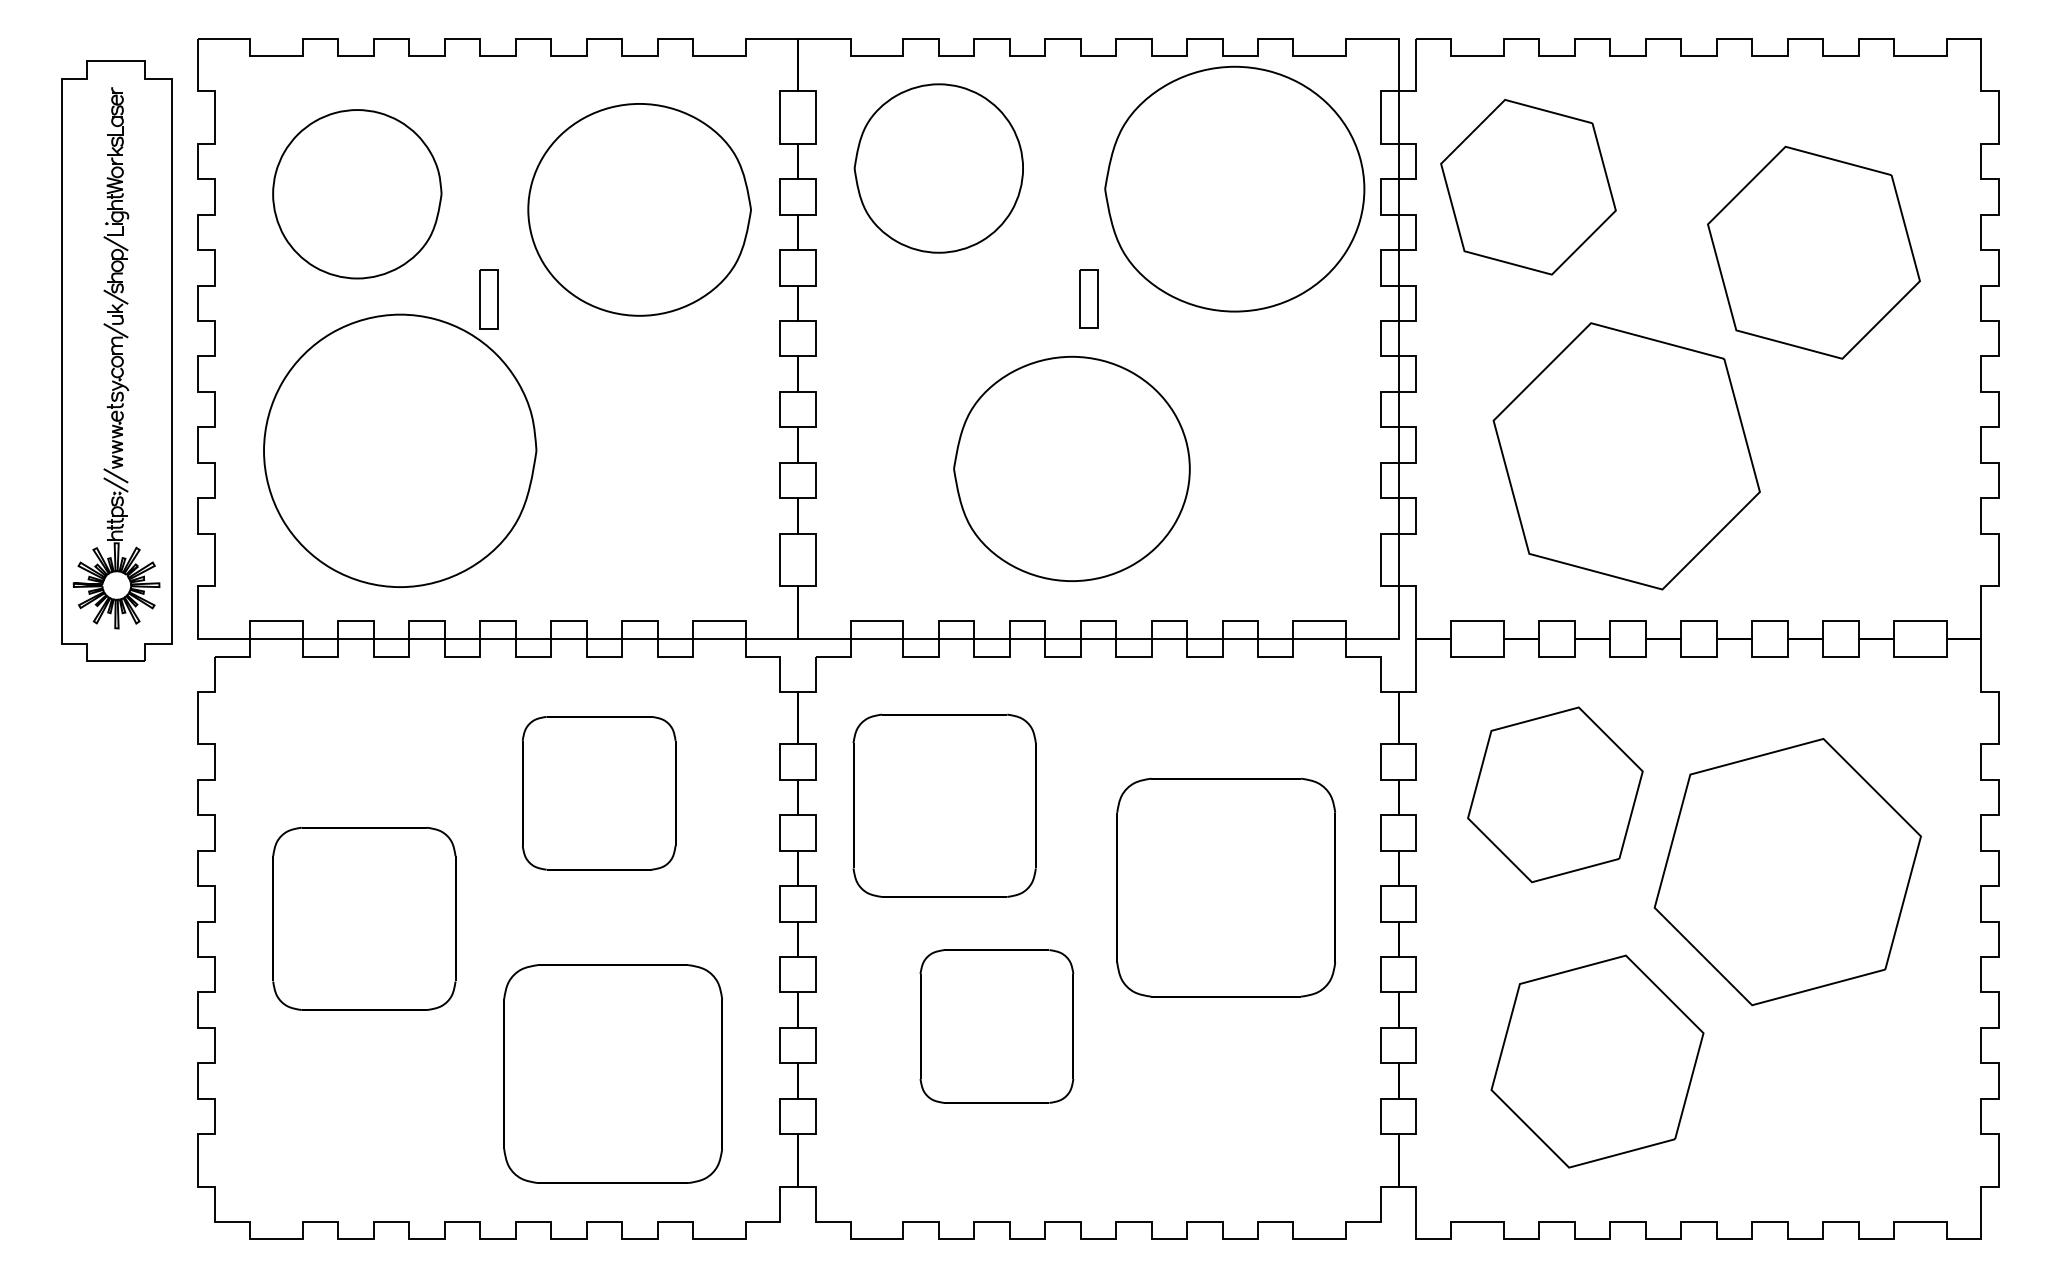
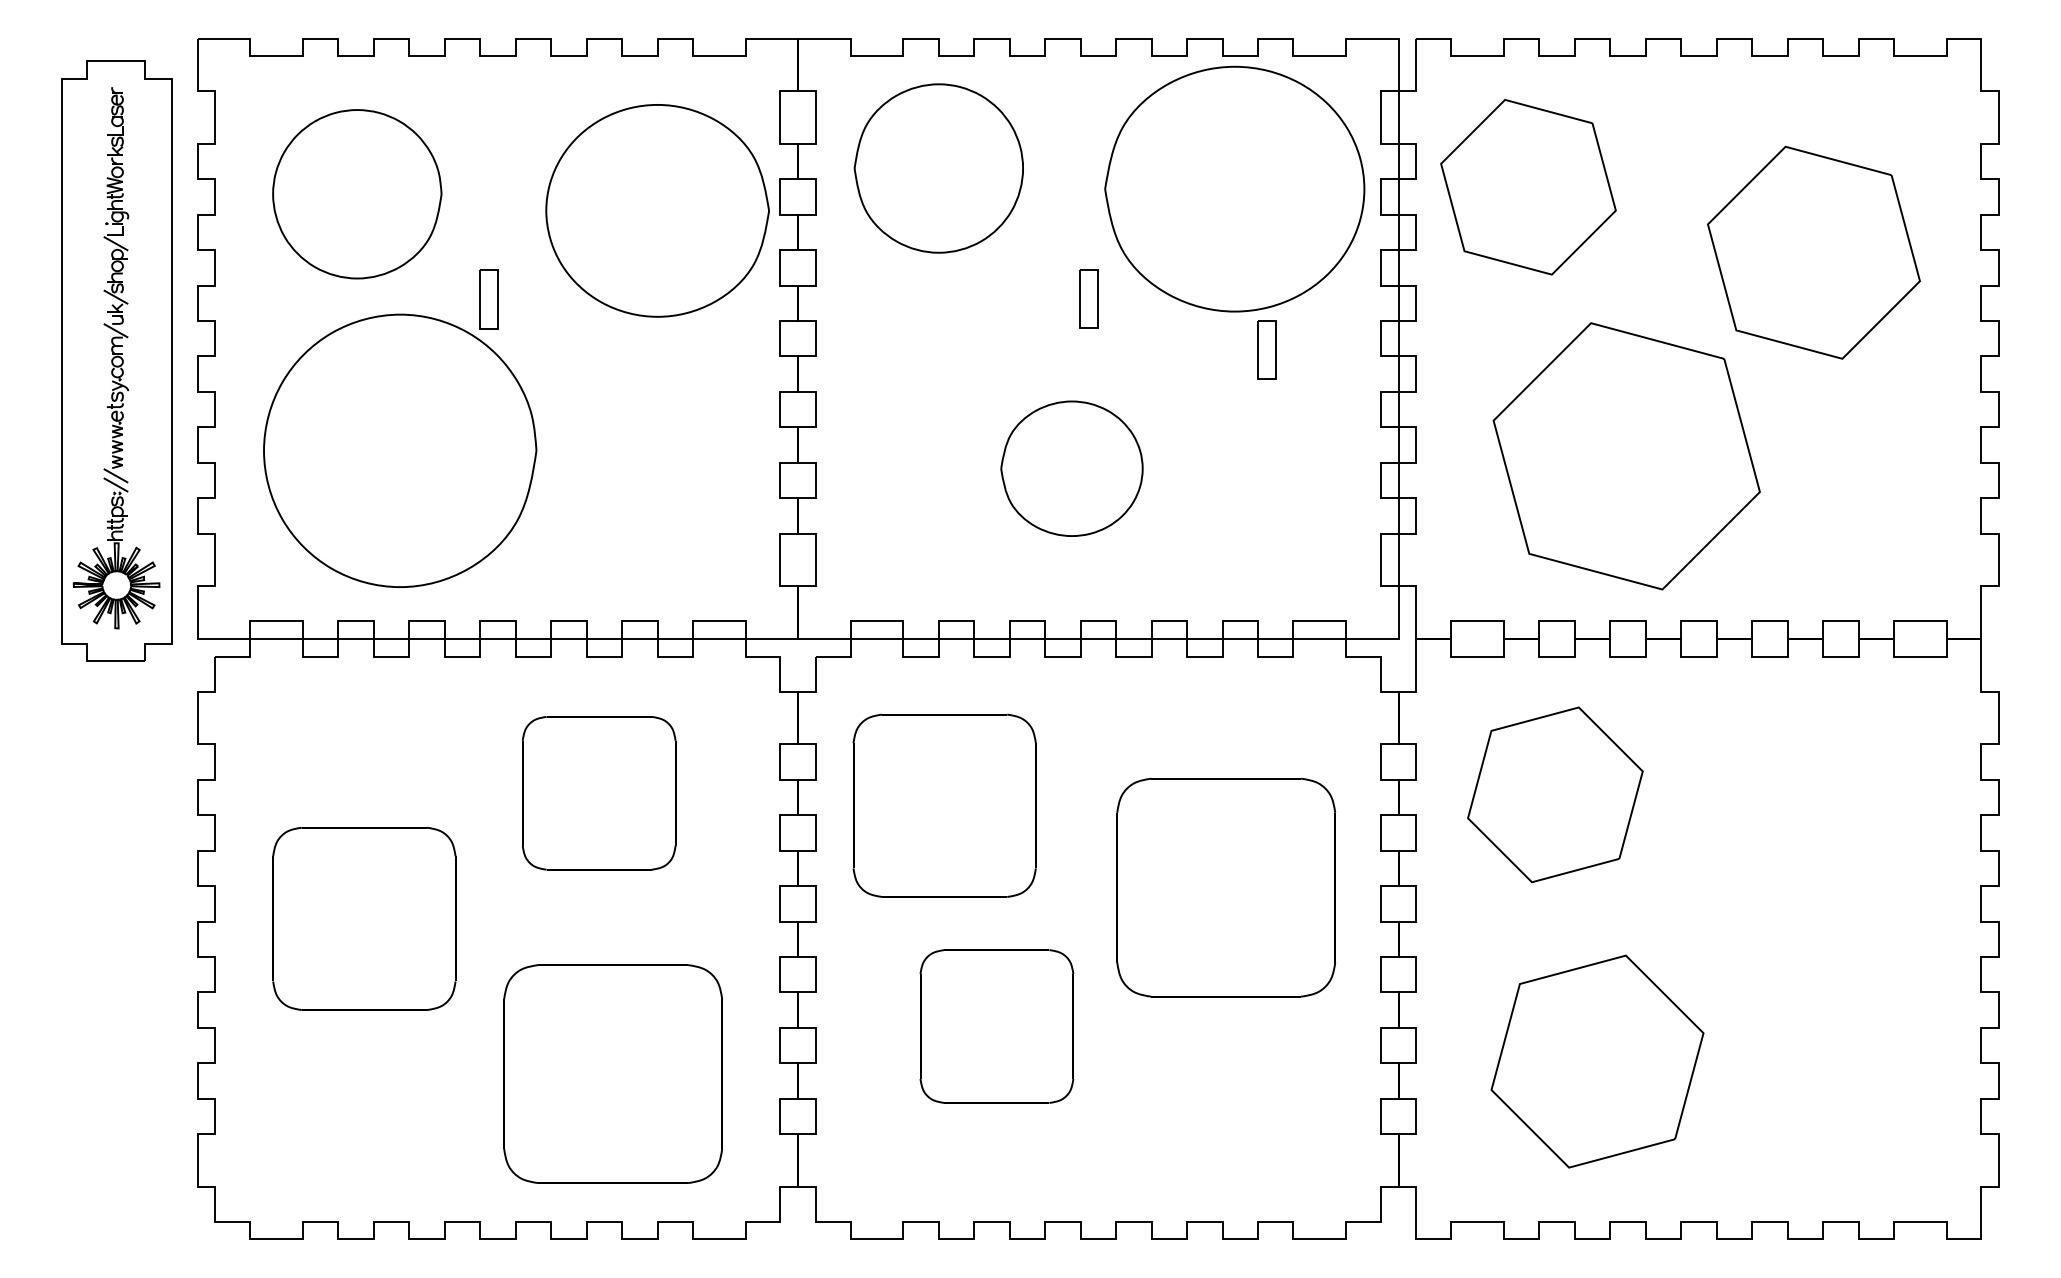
part at (639, 209) position: (639, 209) -> (657, 210)
part at (1266, 349): none -> present
part at (1071, 468) size: 238x227 px -> 144x137 px
part at (1787, 872): present -> none
